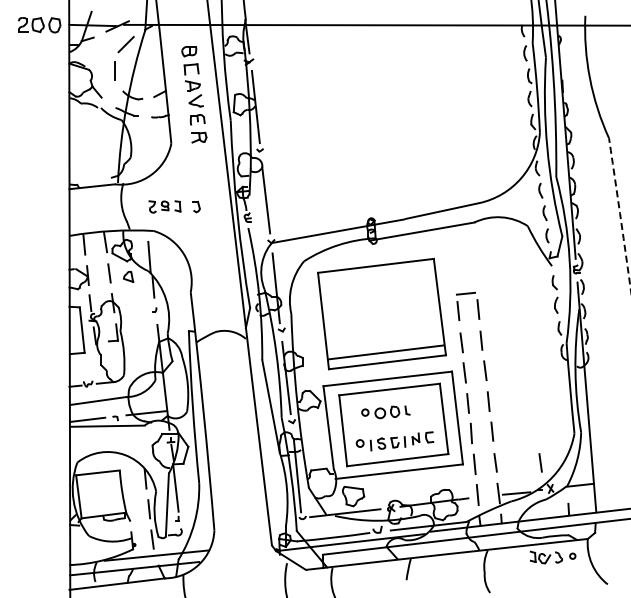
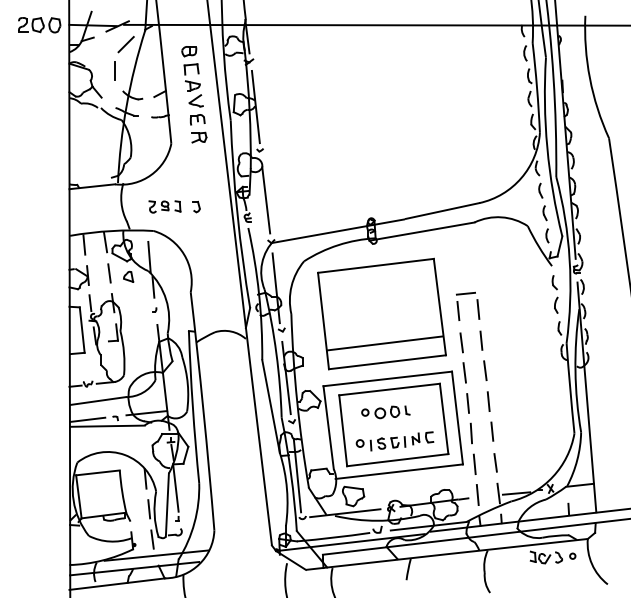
arc at (620, 214): dashed -> solid
line at (385, 352) position: (385, 352) -> (384, 343)
line at (540, 462): present -> none
